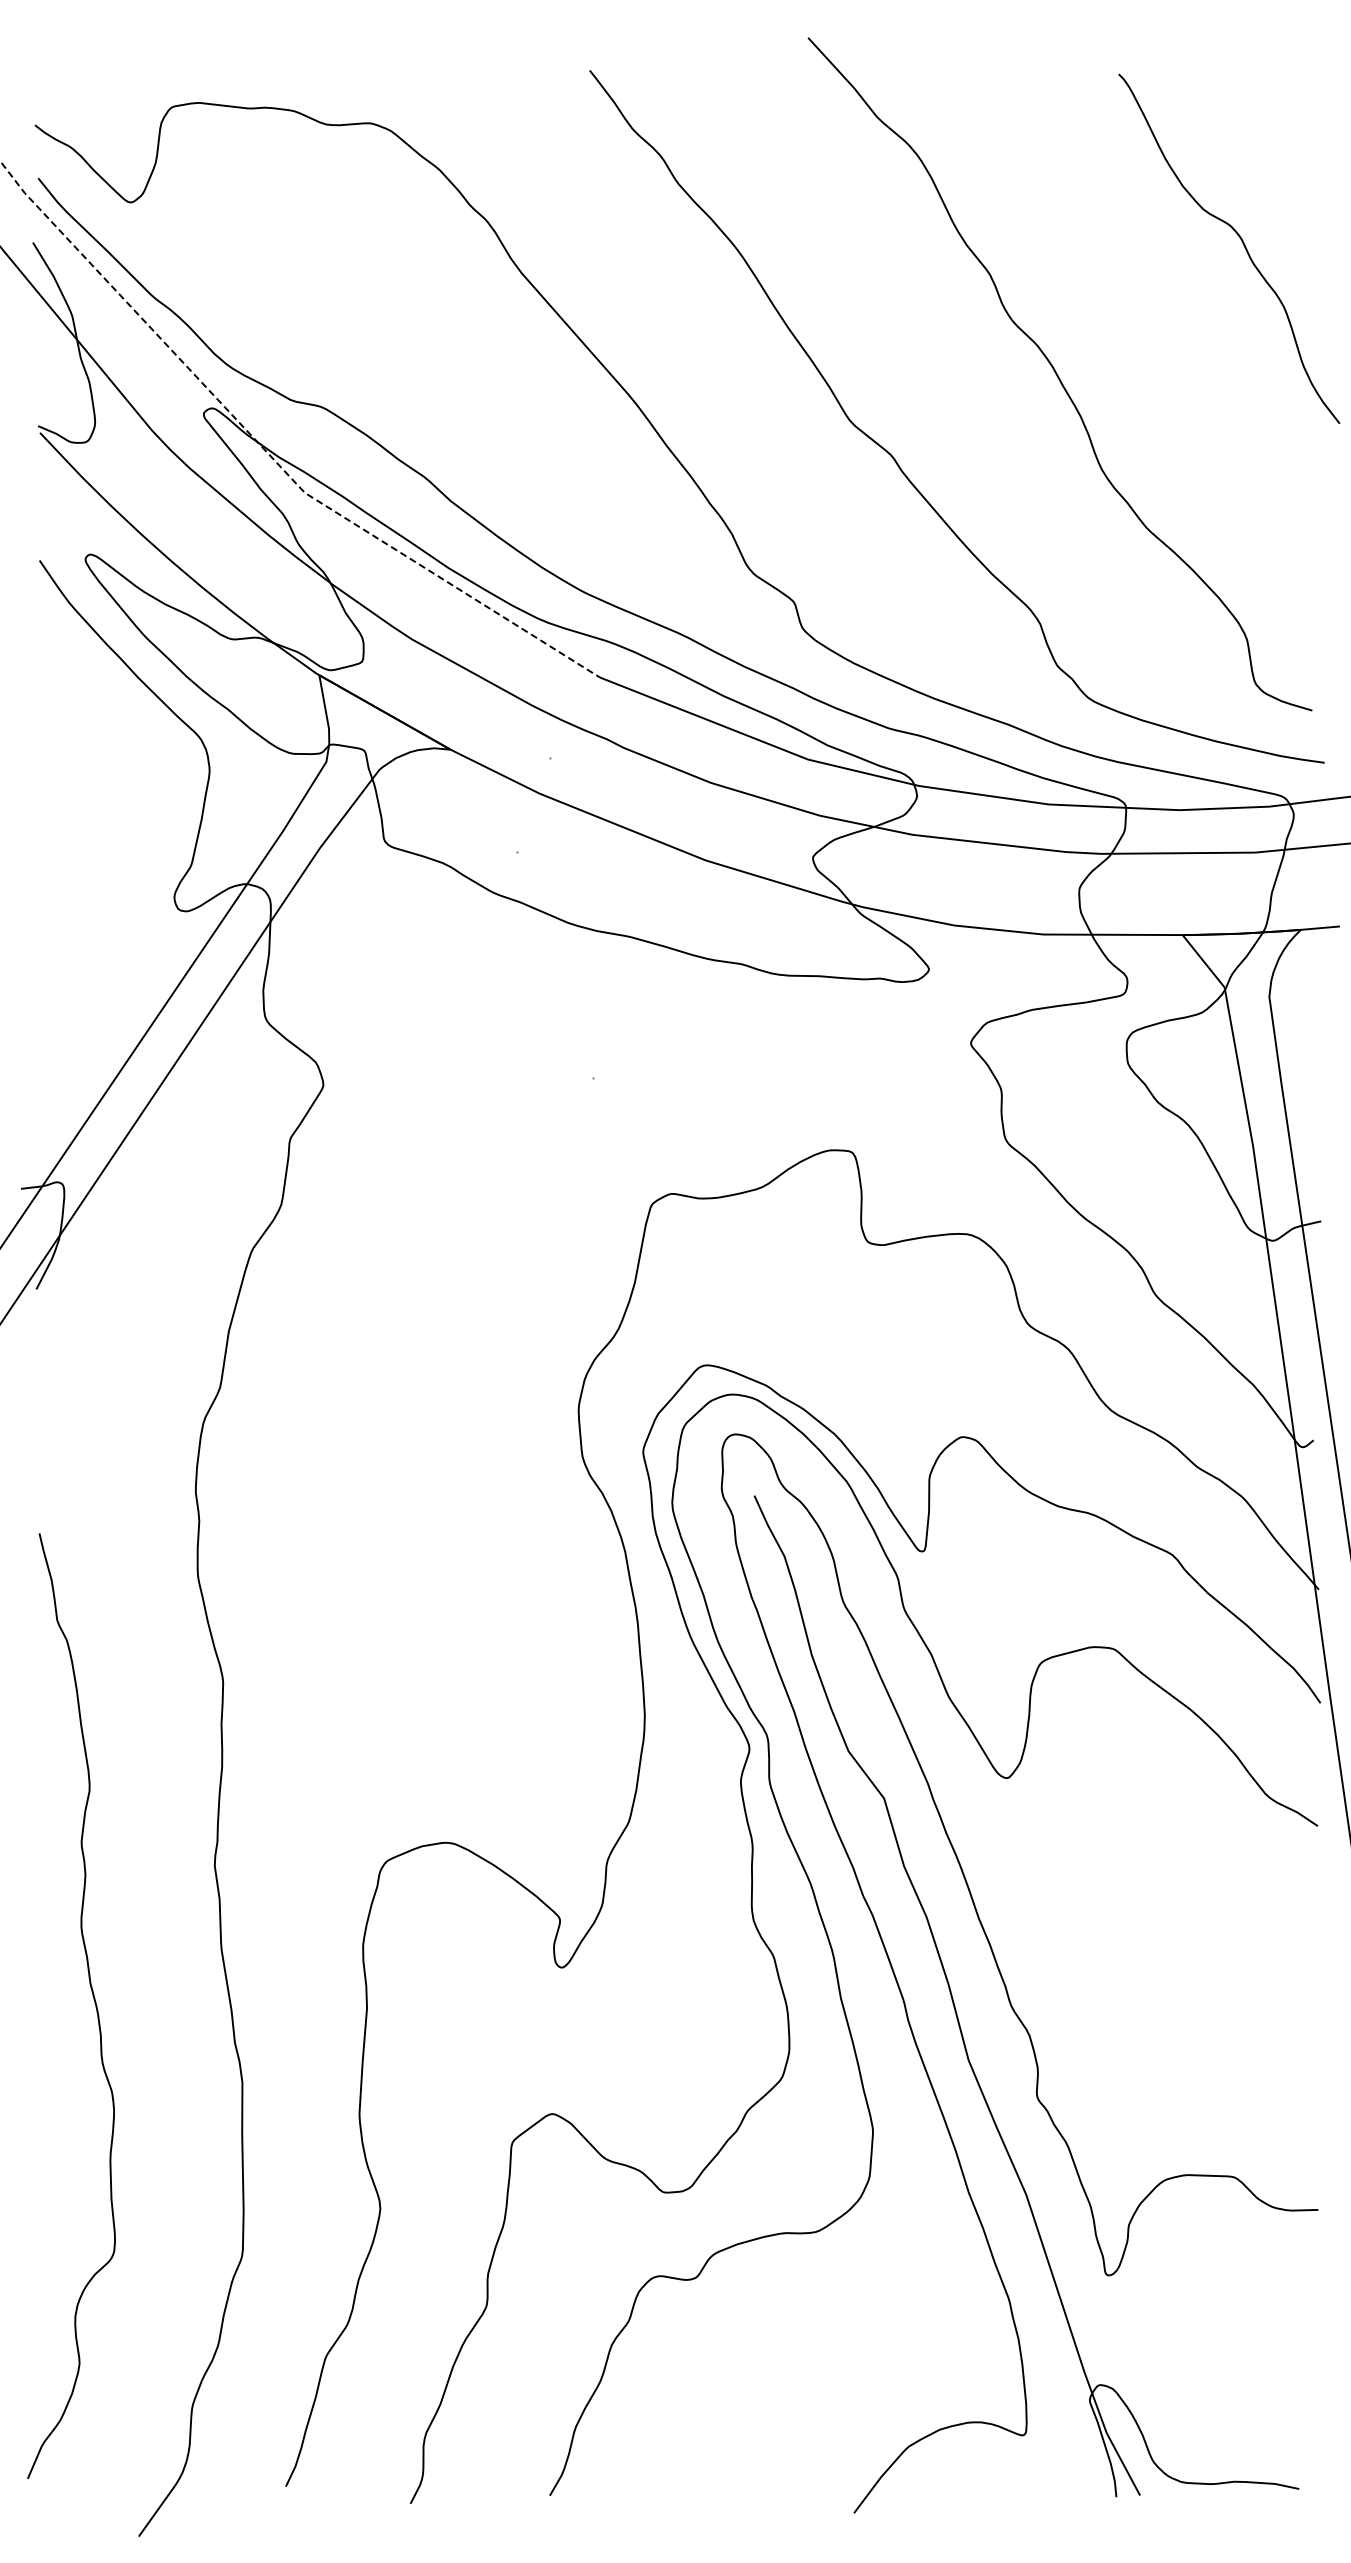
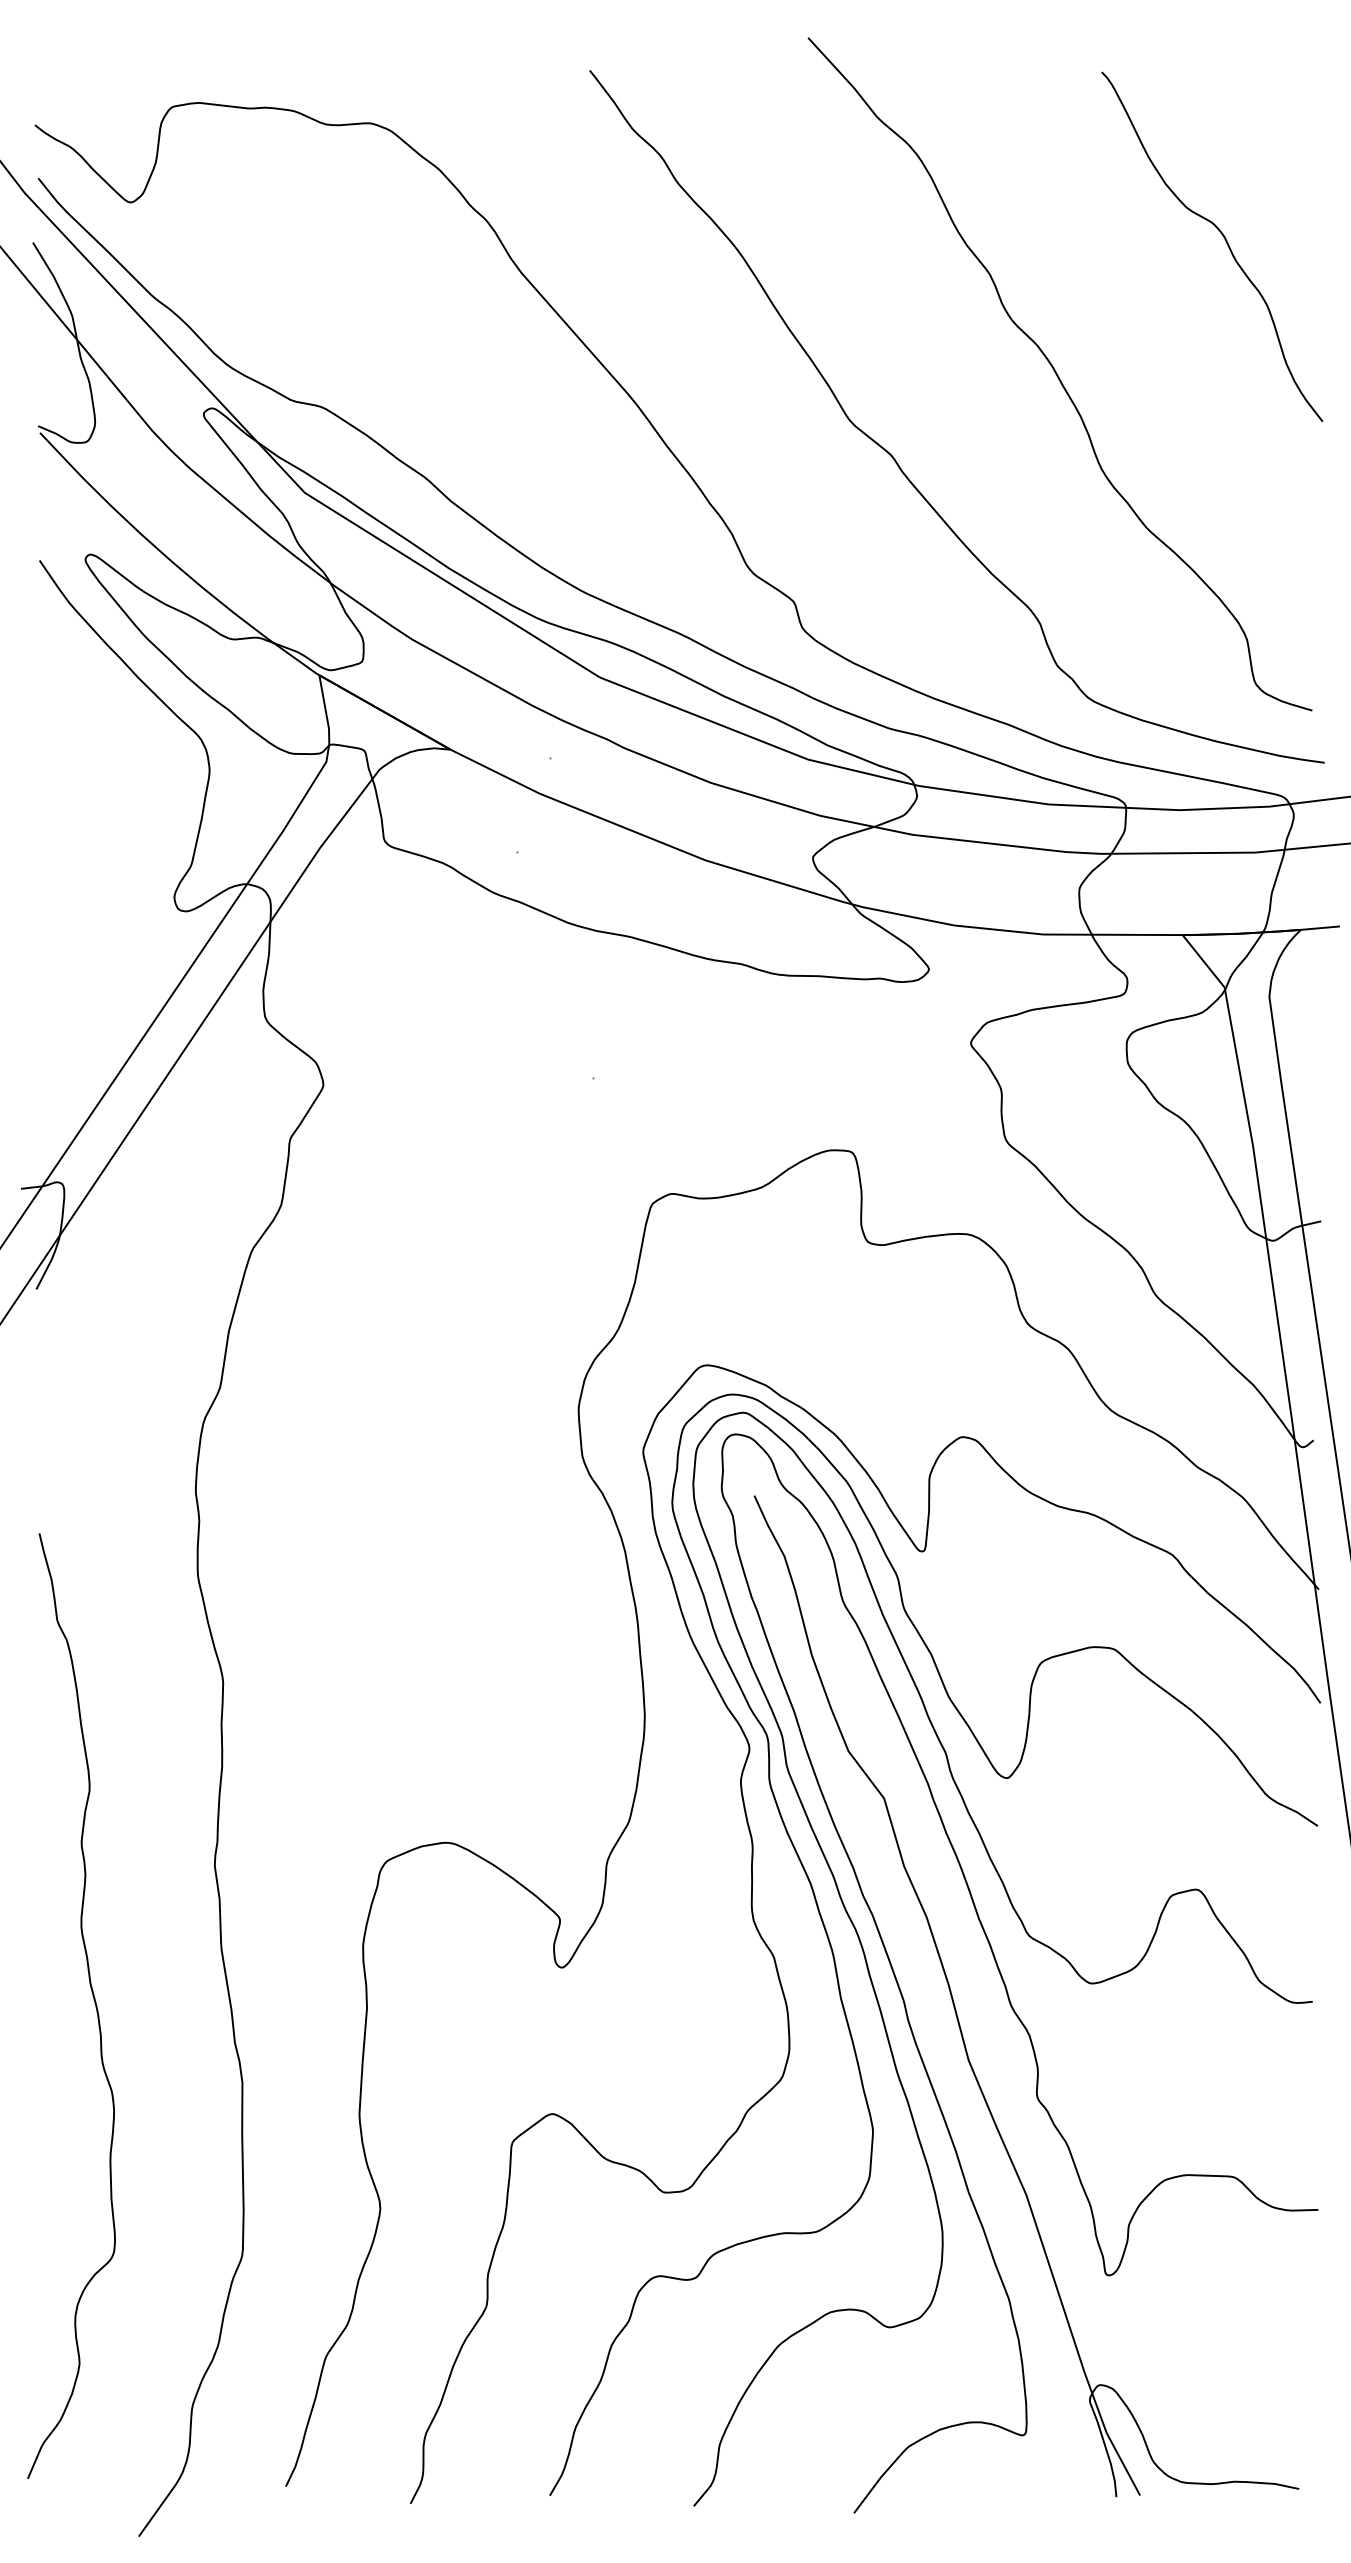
curve at (1241, 241) position: (1241, 241) -> (1224, 239)
line at (270, 455): dashed -> solid
curve at (1027, 1935): none -> present
